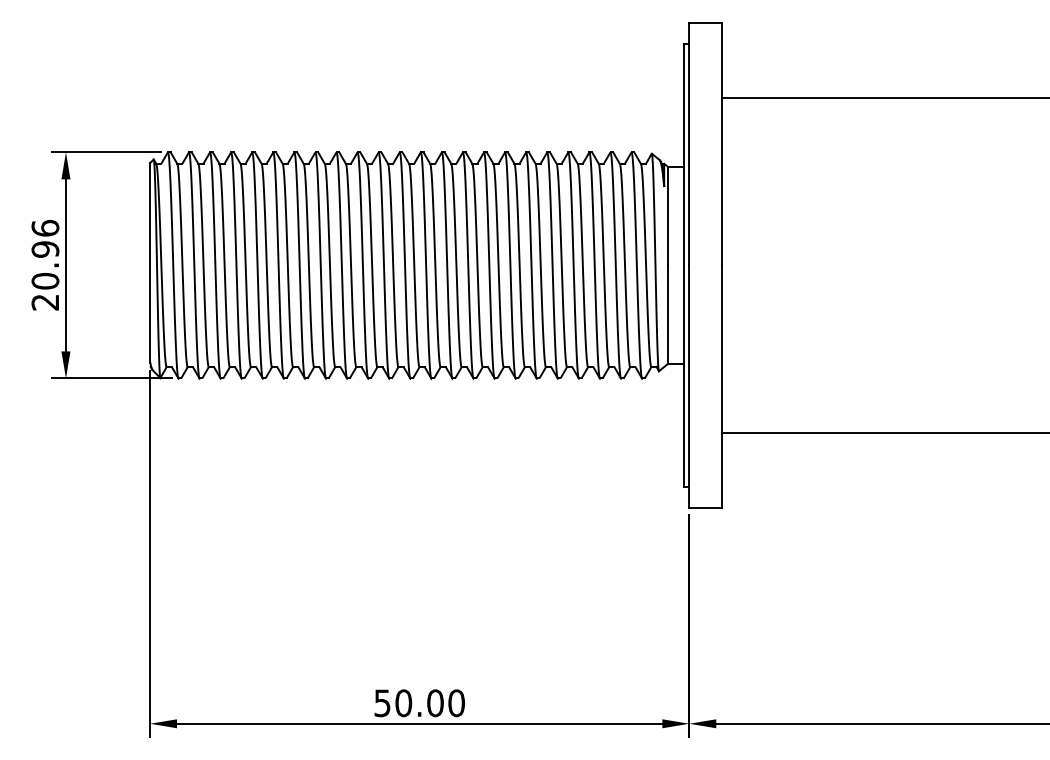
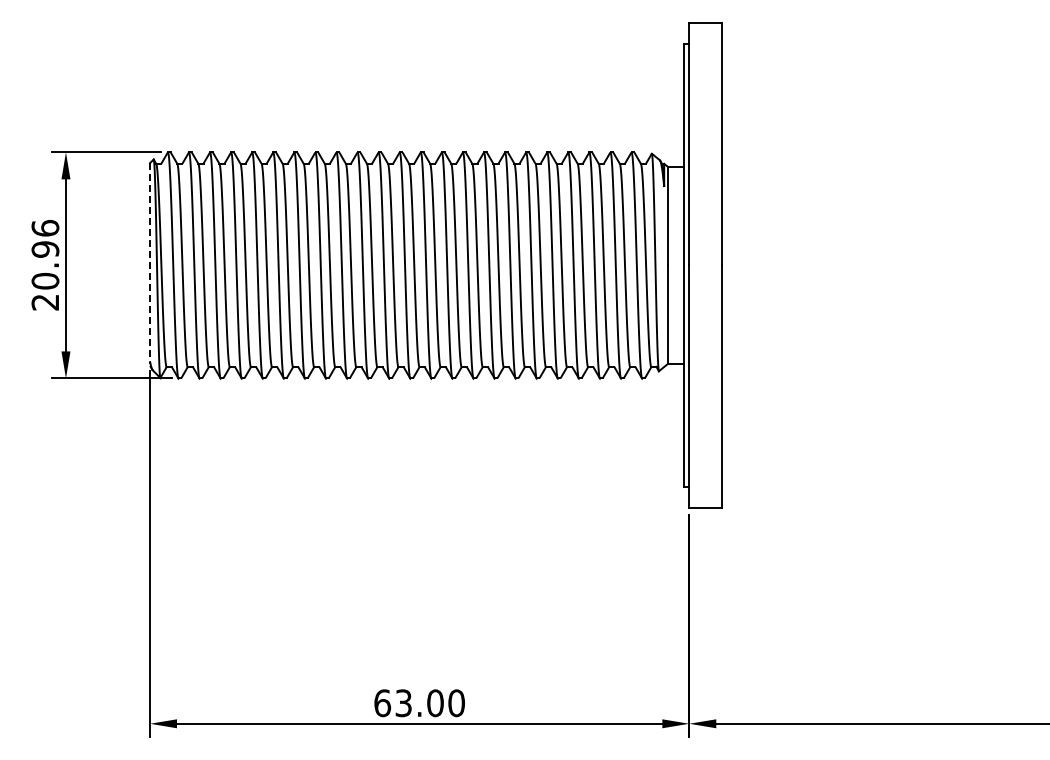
line at (883, 98): present -> none
line at (150, 262): solid -> dashed
line at (883, 432): present -> none
text at (393, 703): 50.00 -> 63.00
